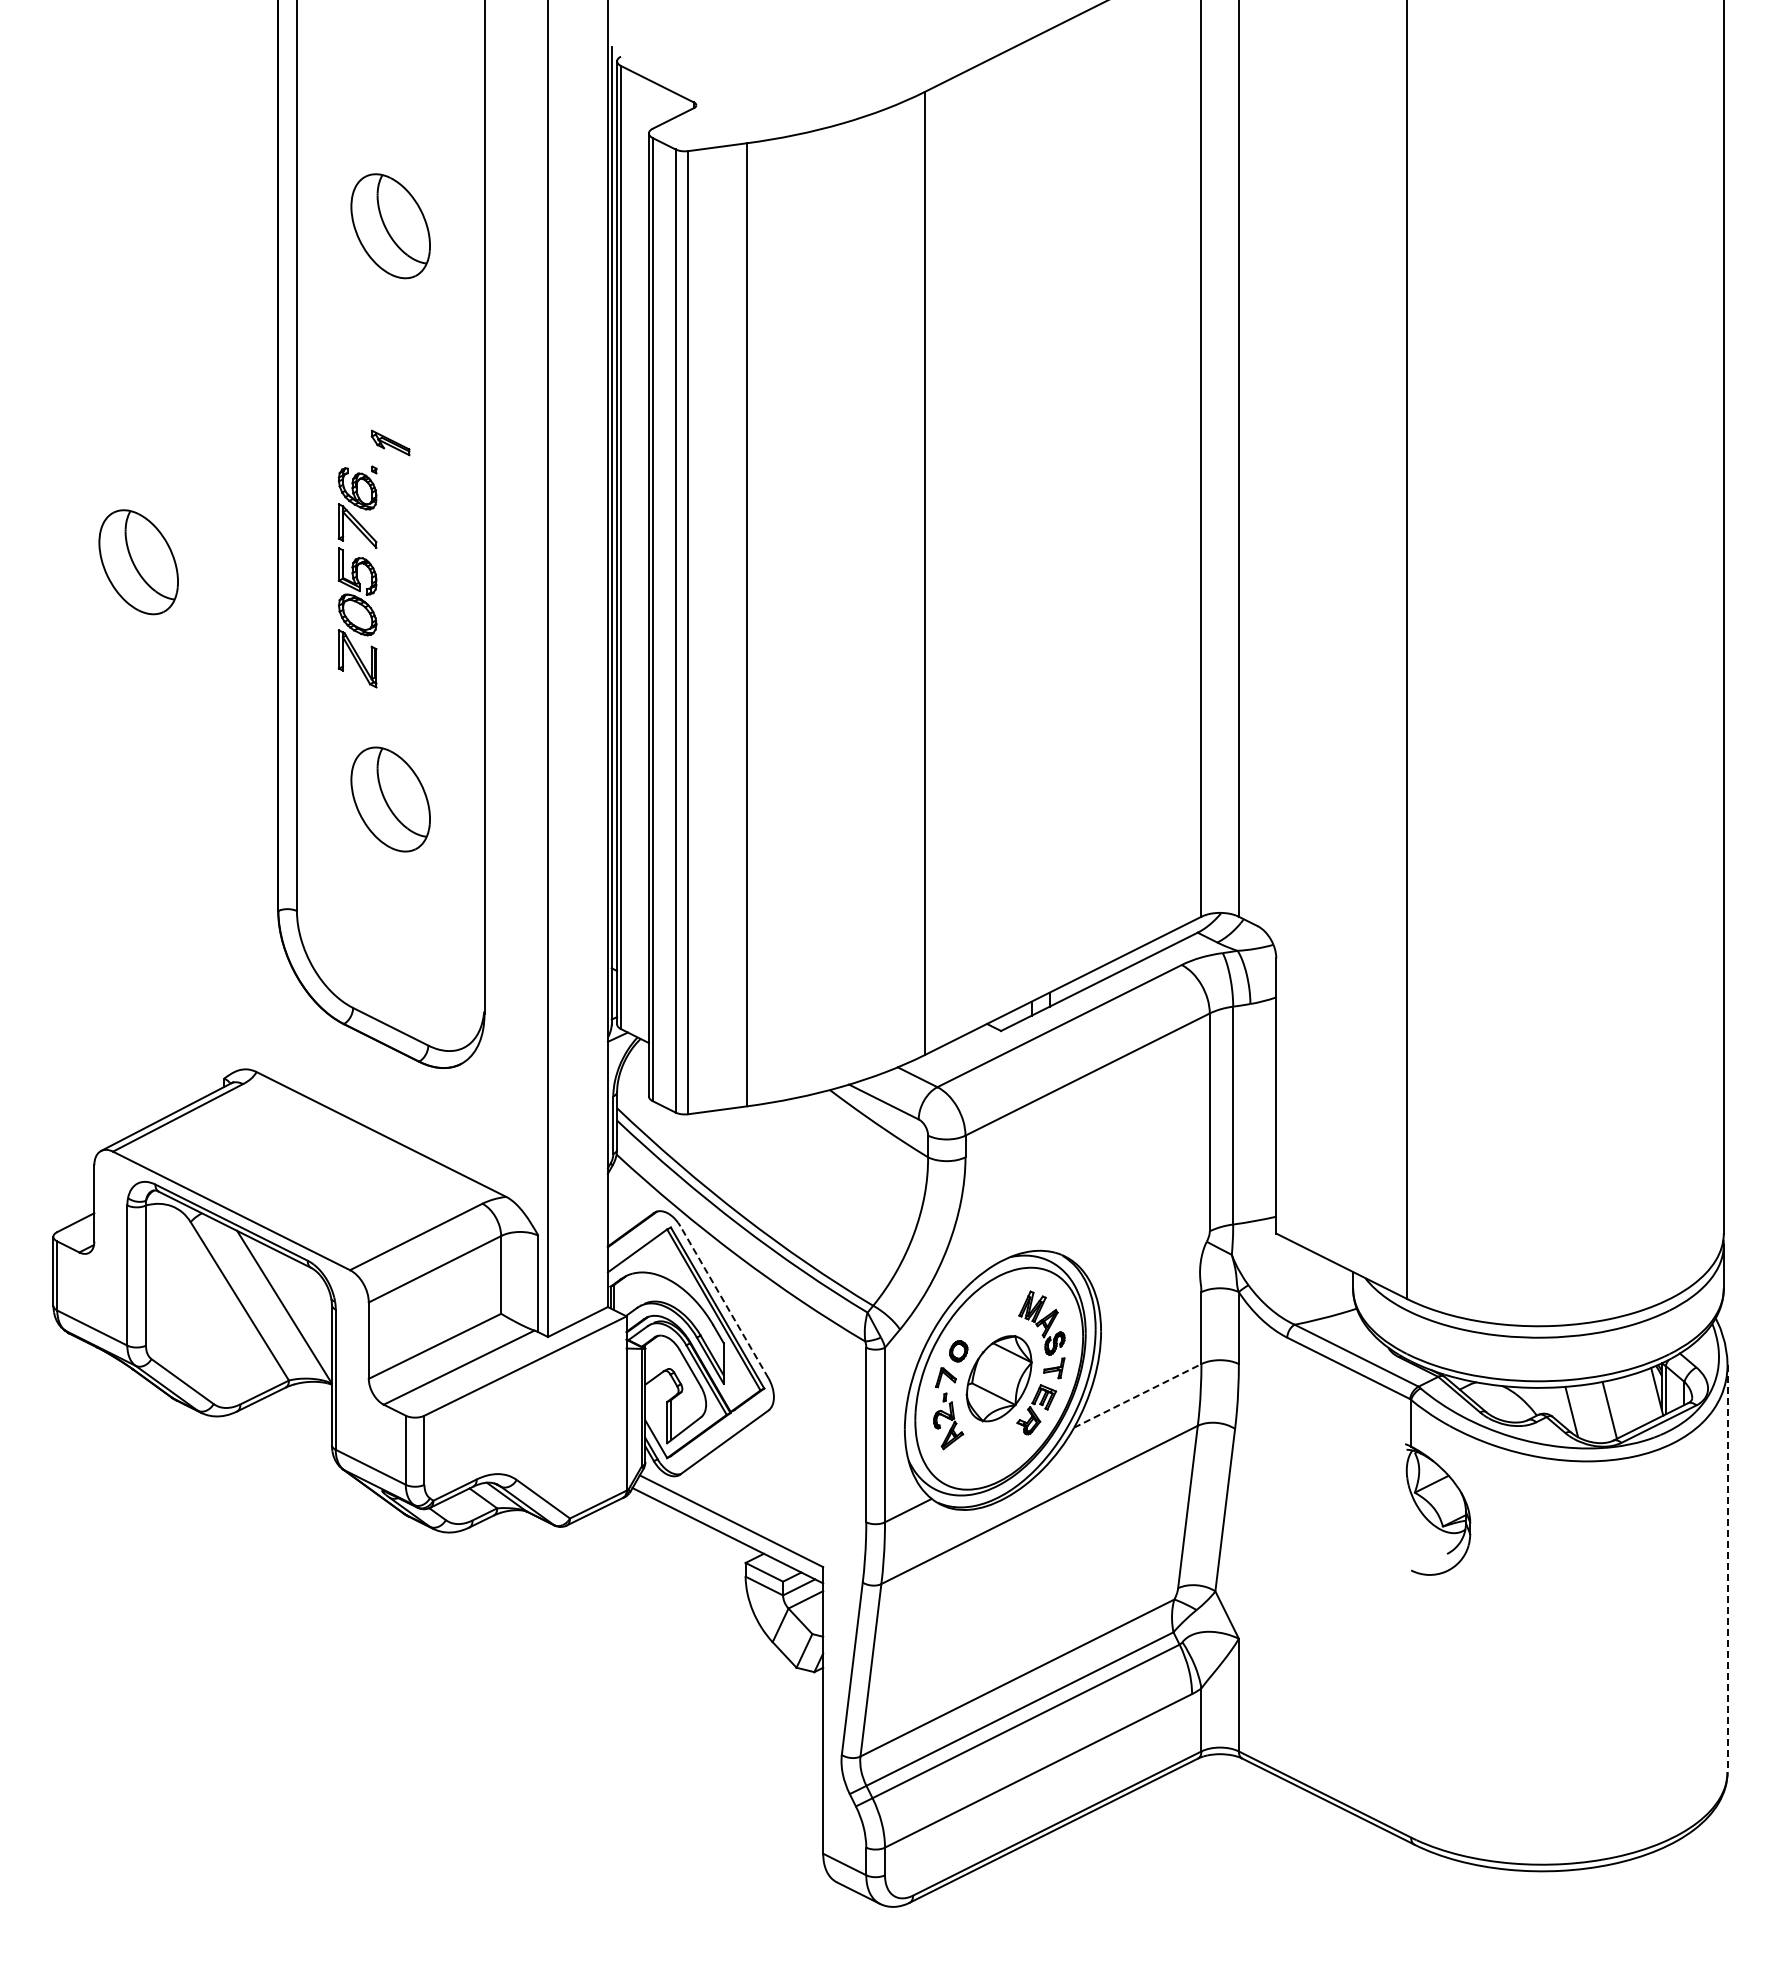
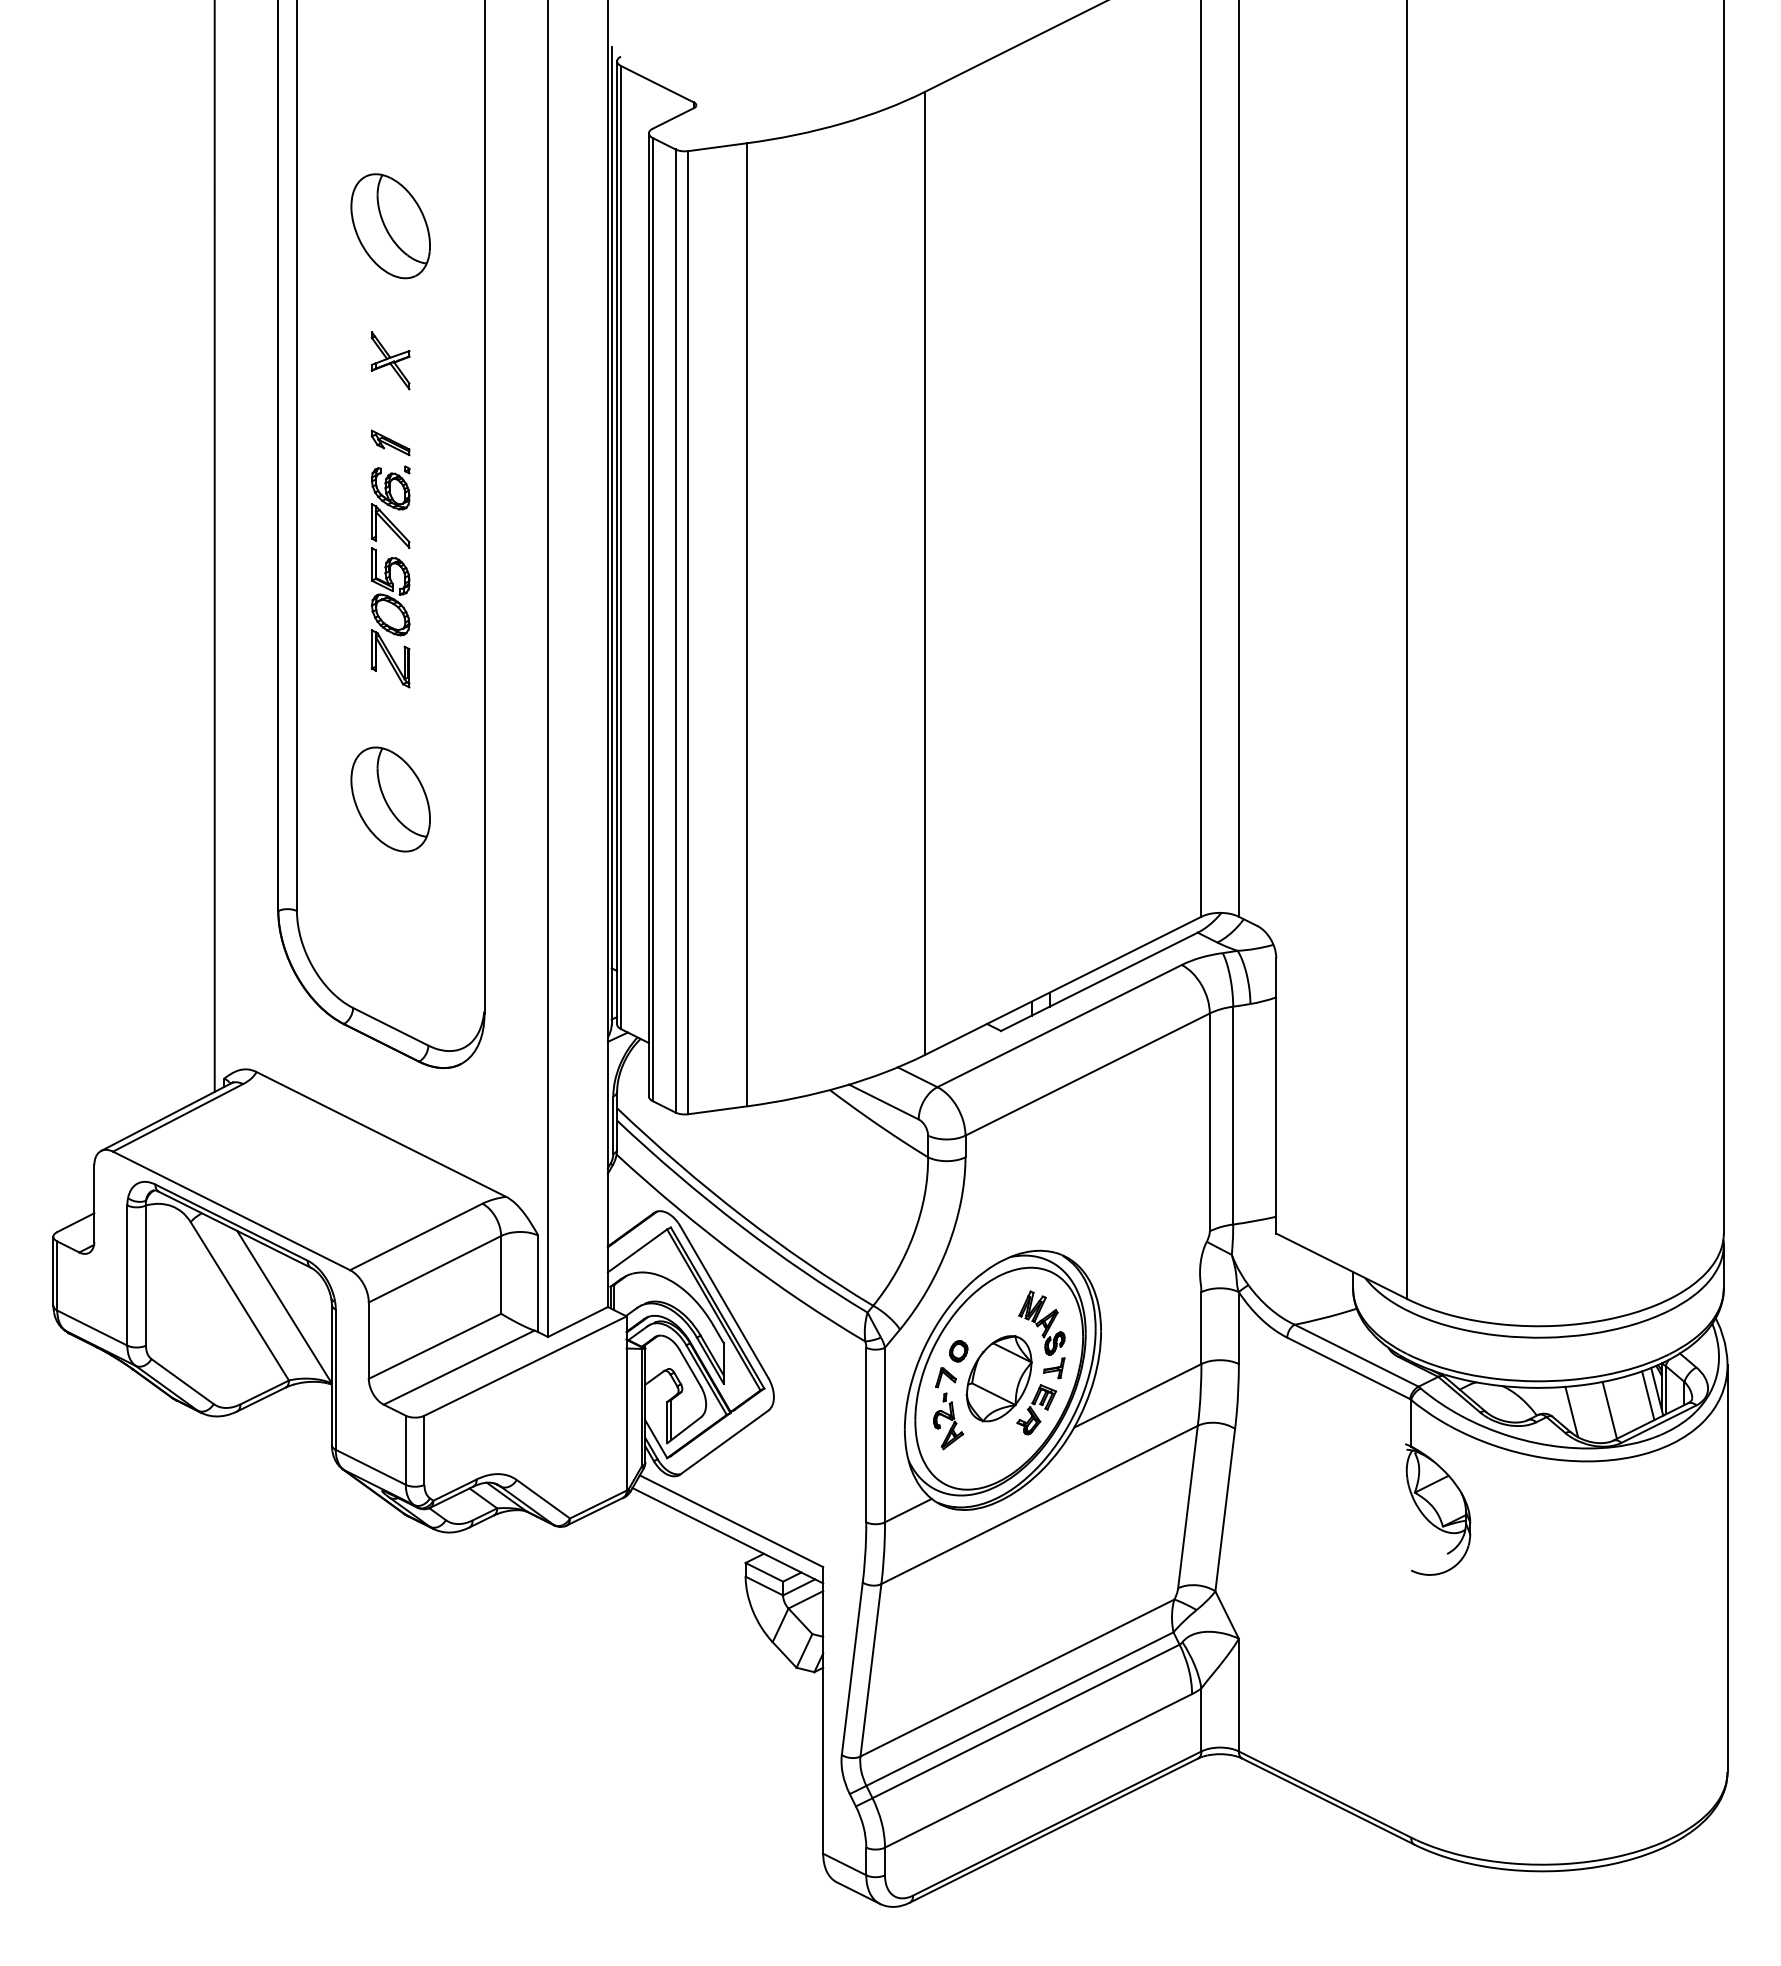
part at (390, 360): none -> present
line at (214, 546): none -> present
part at (138, 562): present -> none
part at (357, 576) position: (357, 576) -> (390, 576)
line at (724, 1302): dashed -> solid
line at (1138, 1395): dashed -> solid
line at (1648, 1395): none -> present
line at (1727, 1568): dashed -> solid
